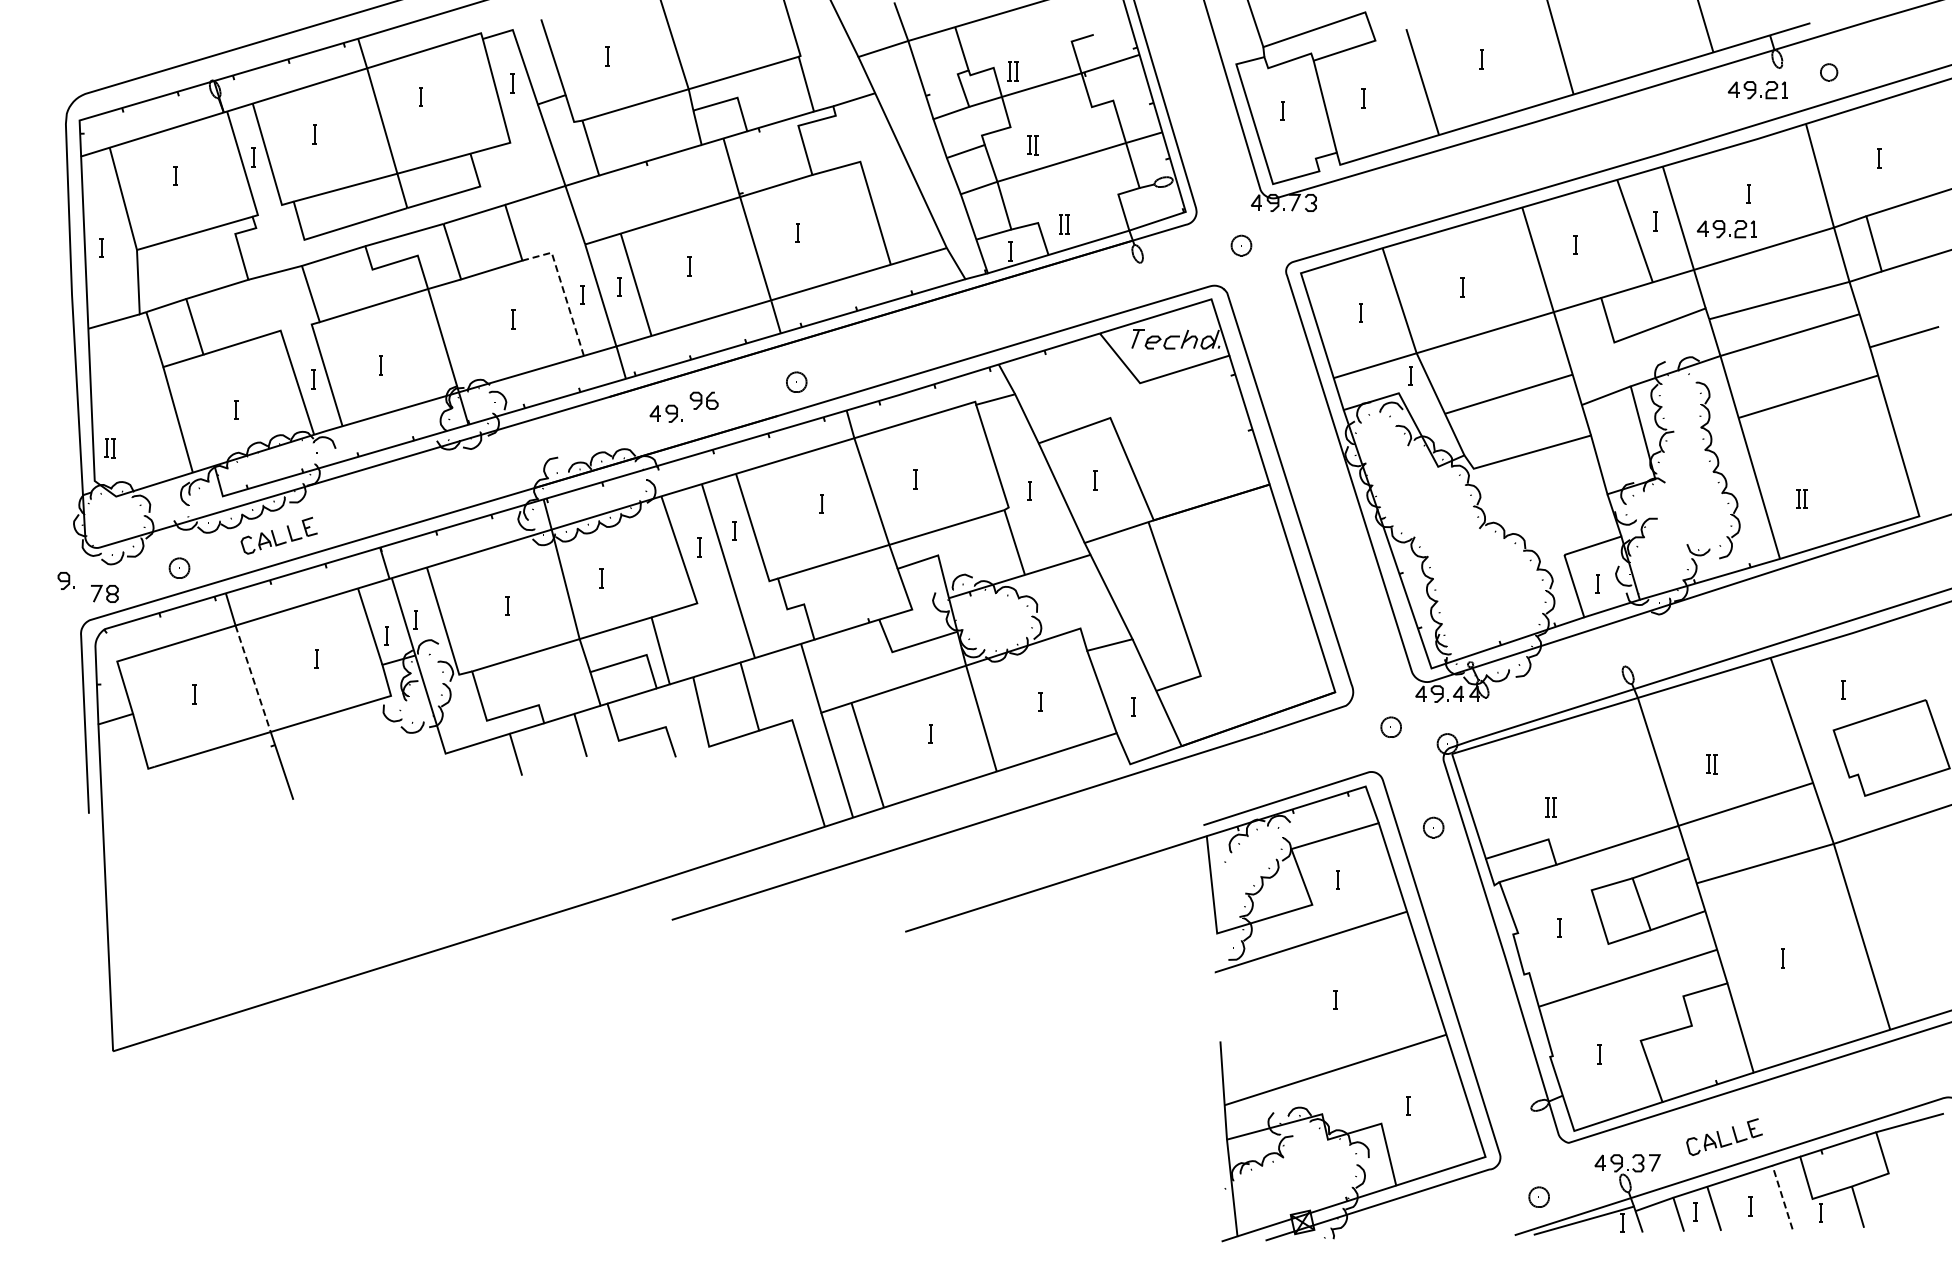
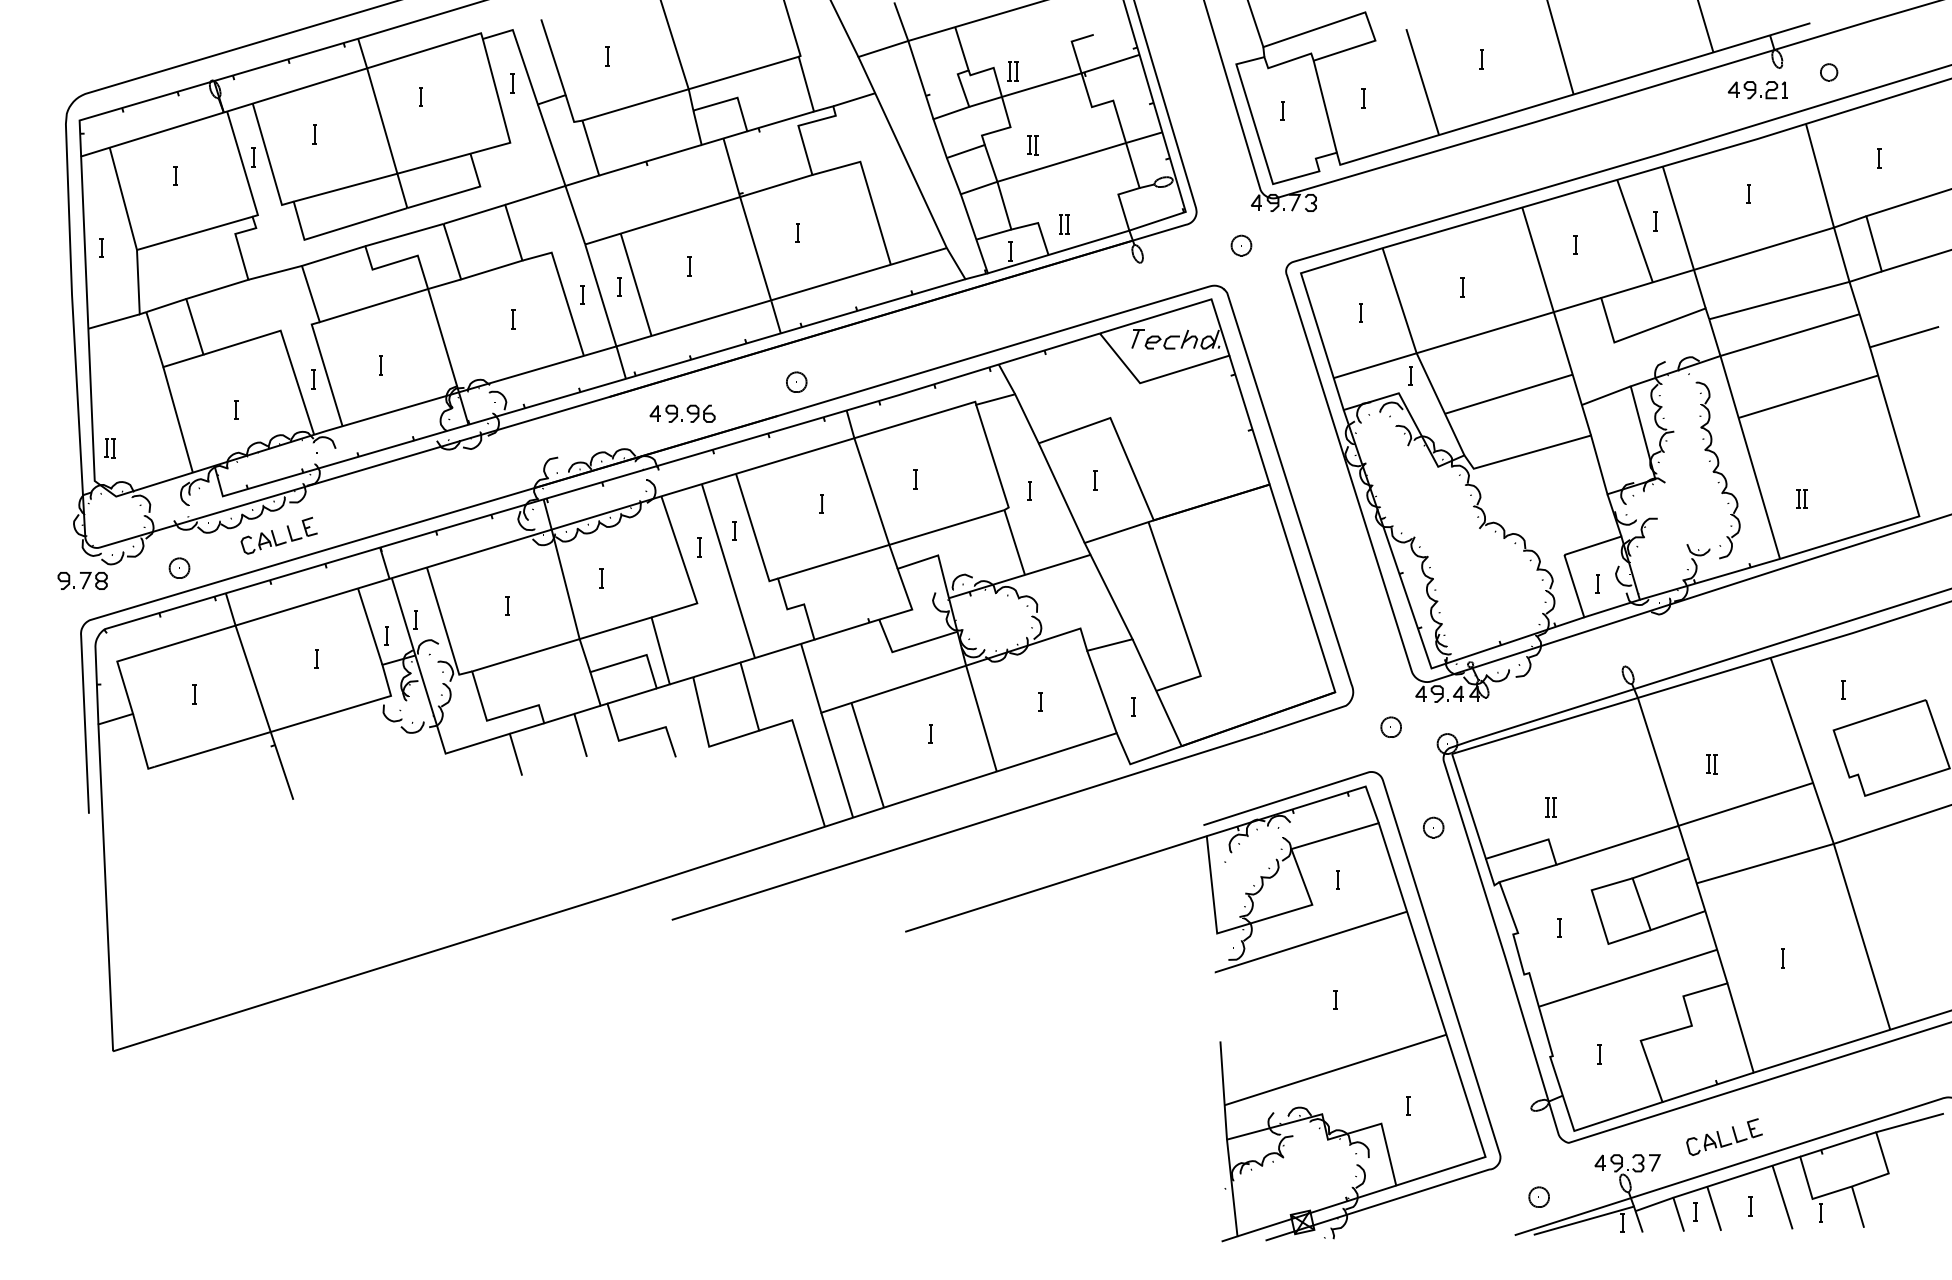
part at (1726, 229): present -> none
line at (563, 289): dashed -> solid
part at (703, 400) position: (703, 400) -> (700, 413)
part at (104, 593) position: (104, 593) -> (93, 580)
line at (253, 680): dashed -> solid
line at (1782, 1197): dashed -> solid
